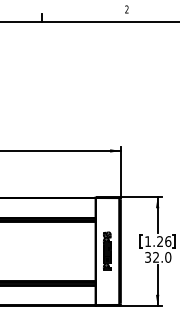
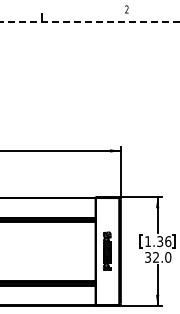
line at (90, 21): solid -> dashed
text at (160, 241): 1.26 -> 1.36
